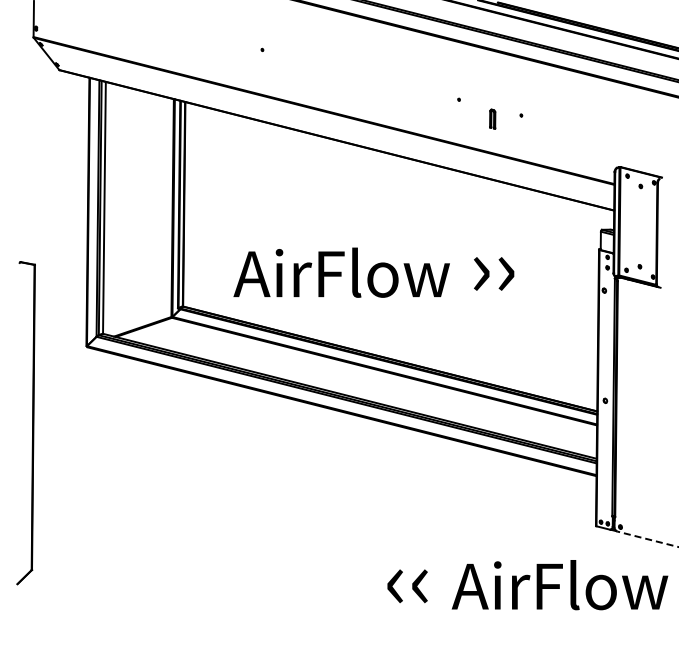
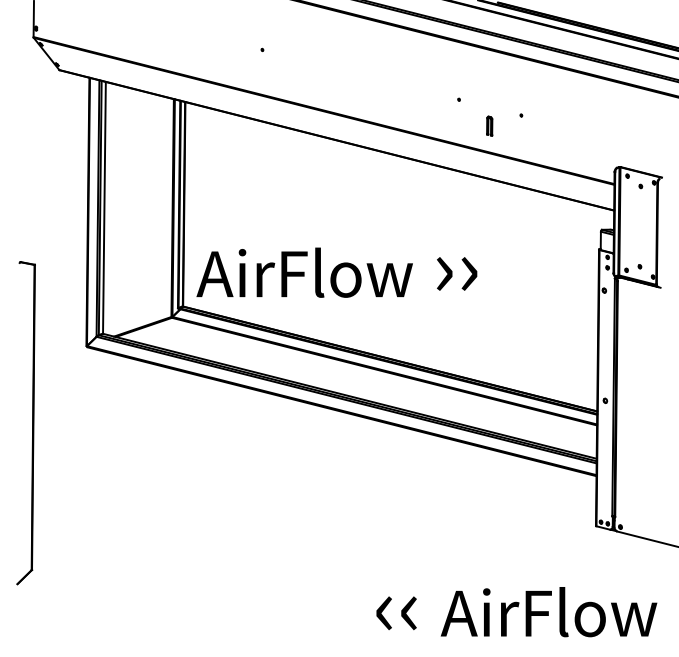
part at (492, 118) position: (492, 118) -> (489, 125)
text at (373, 272) position: (373, 272) -> (336, 272)
line at (647, 539): dashed -> solid
text at (527, 585) position: (527, 585) -> (516, 612)
